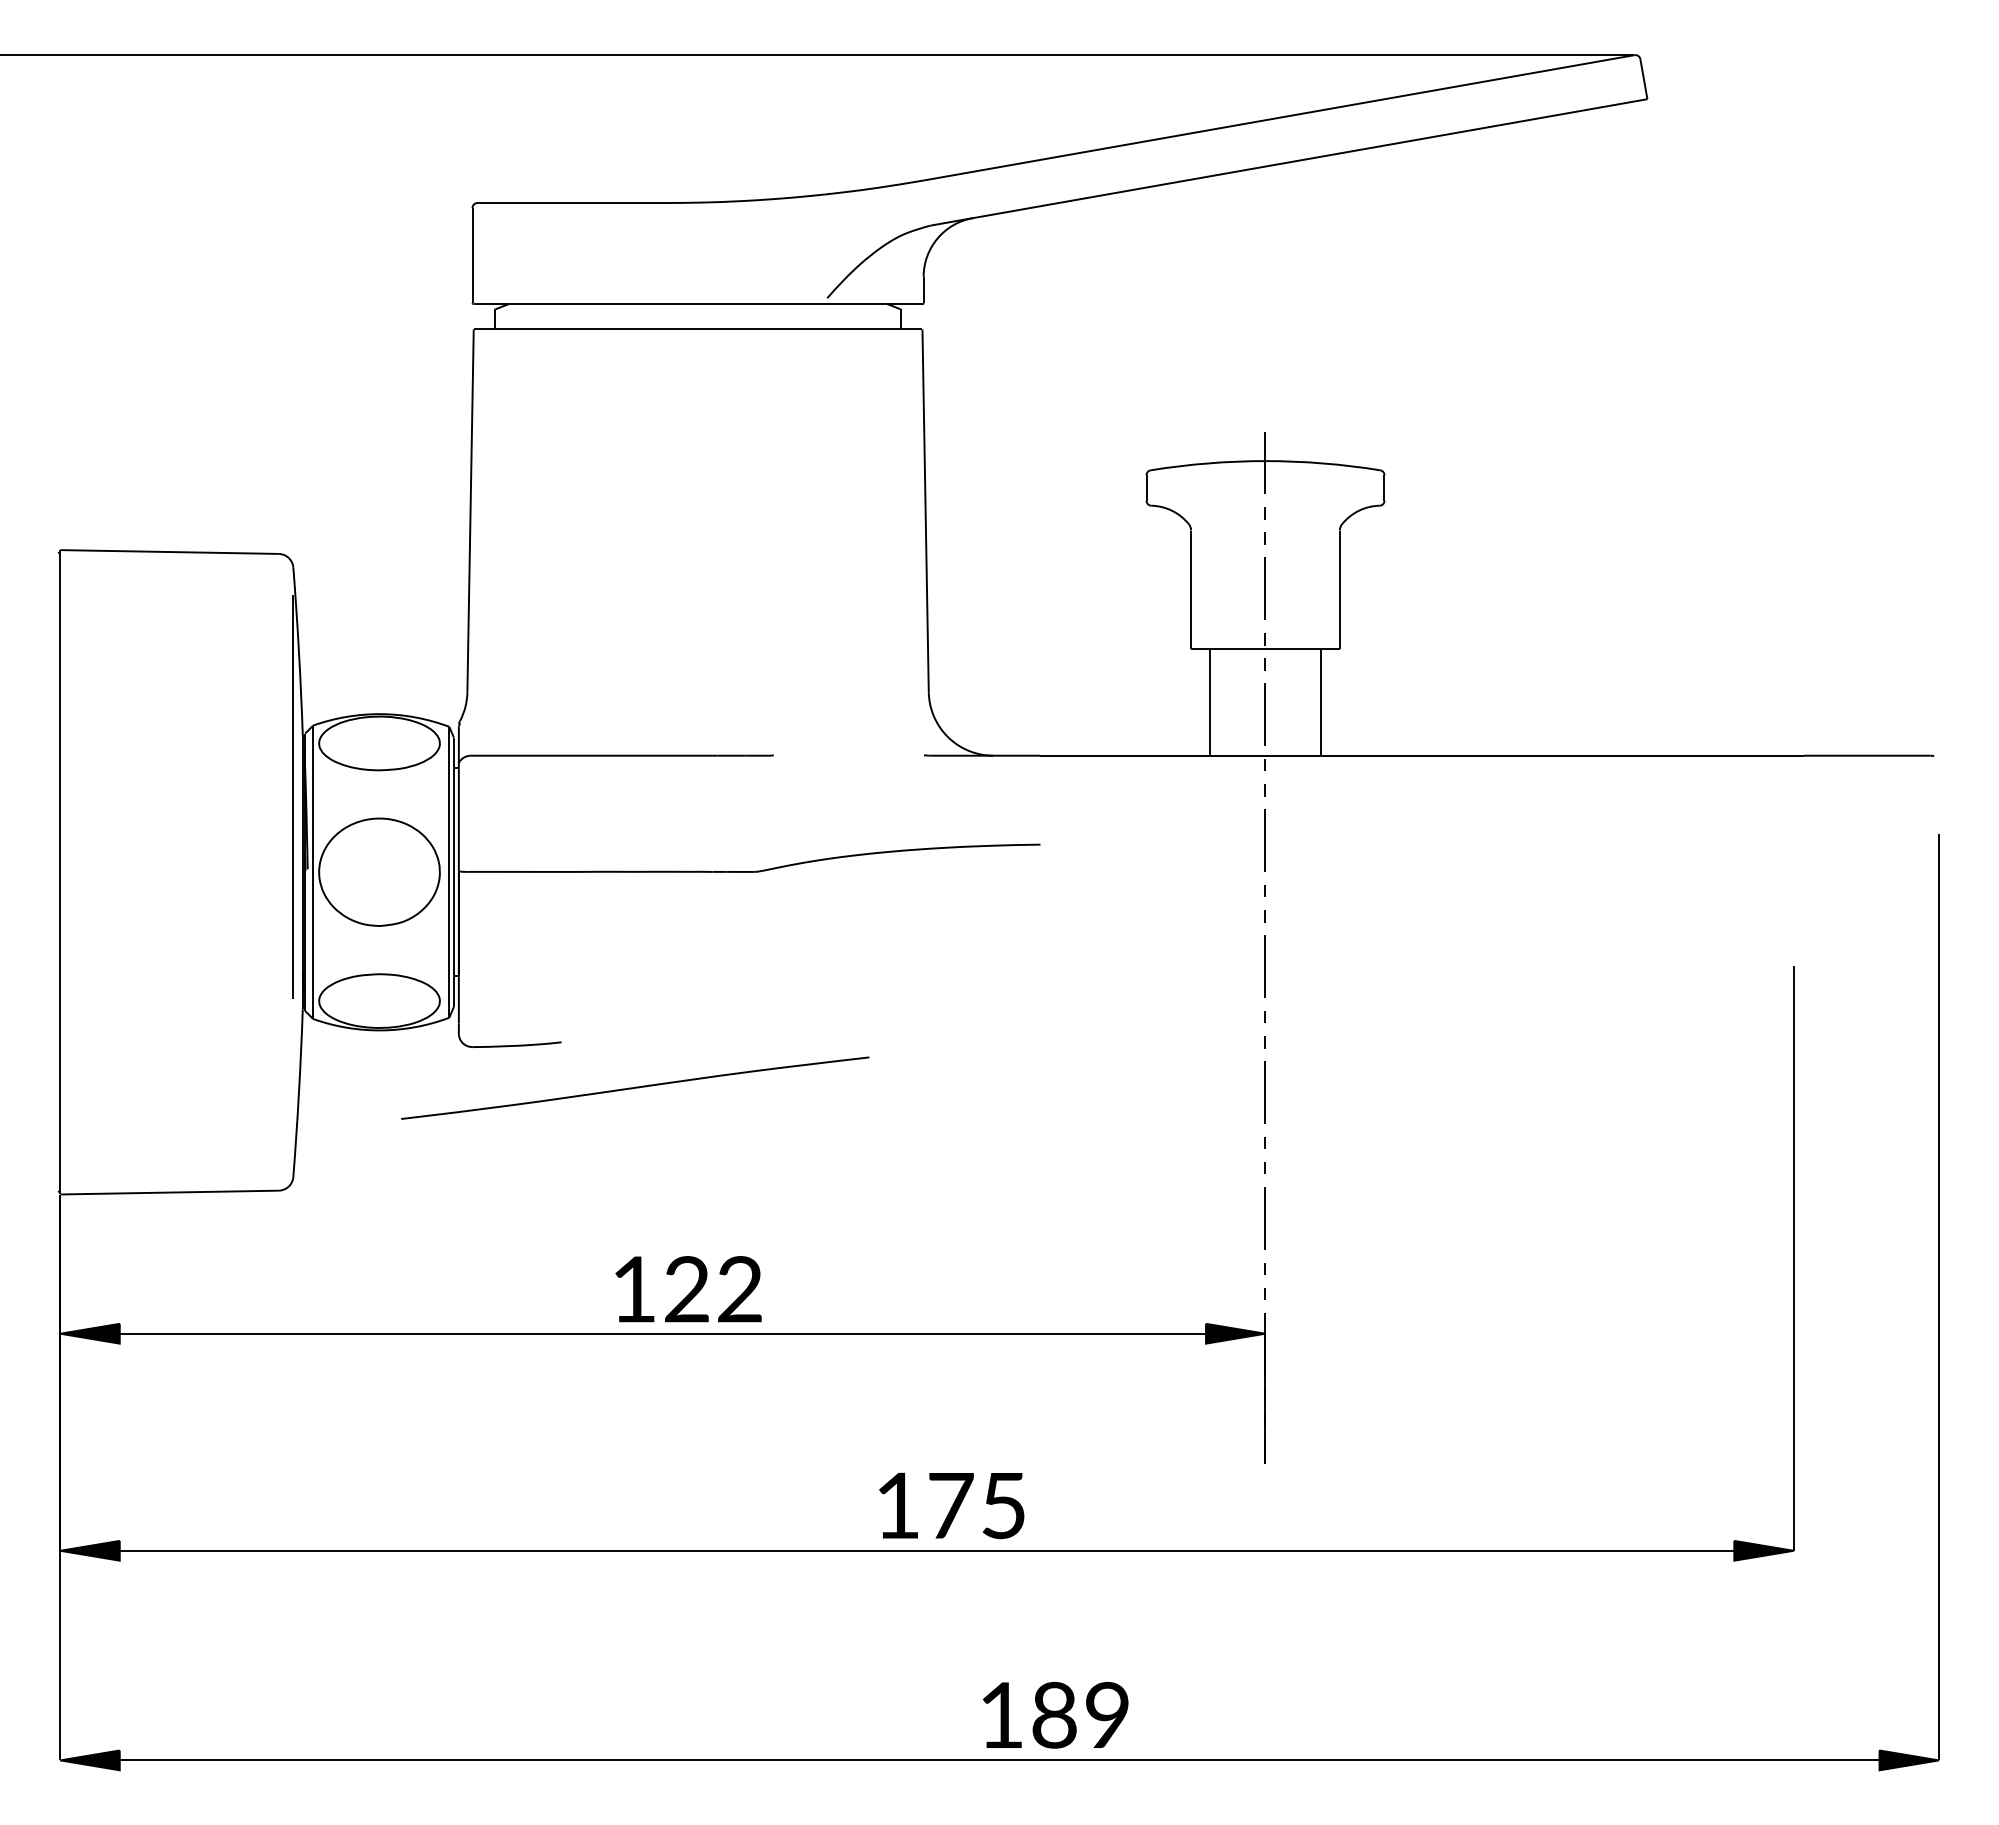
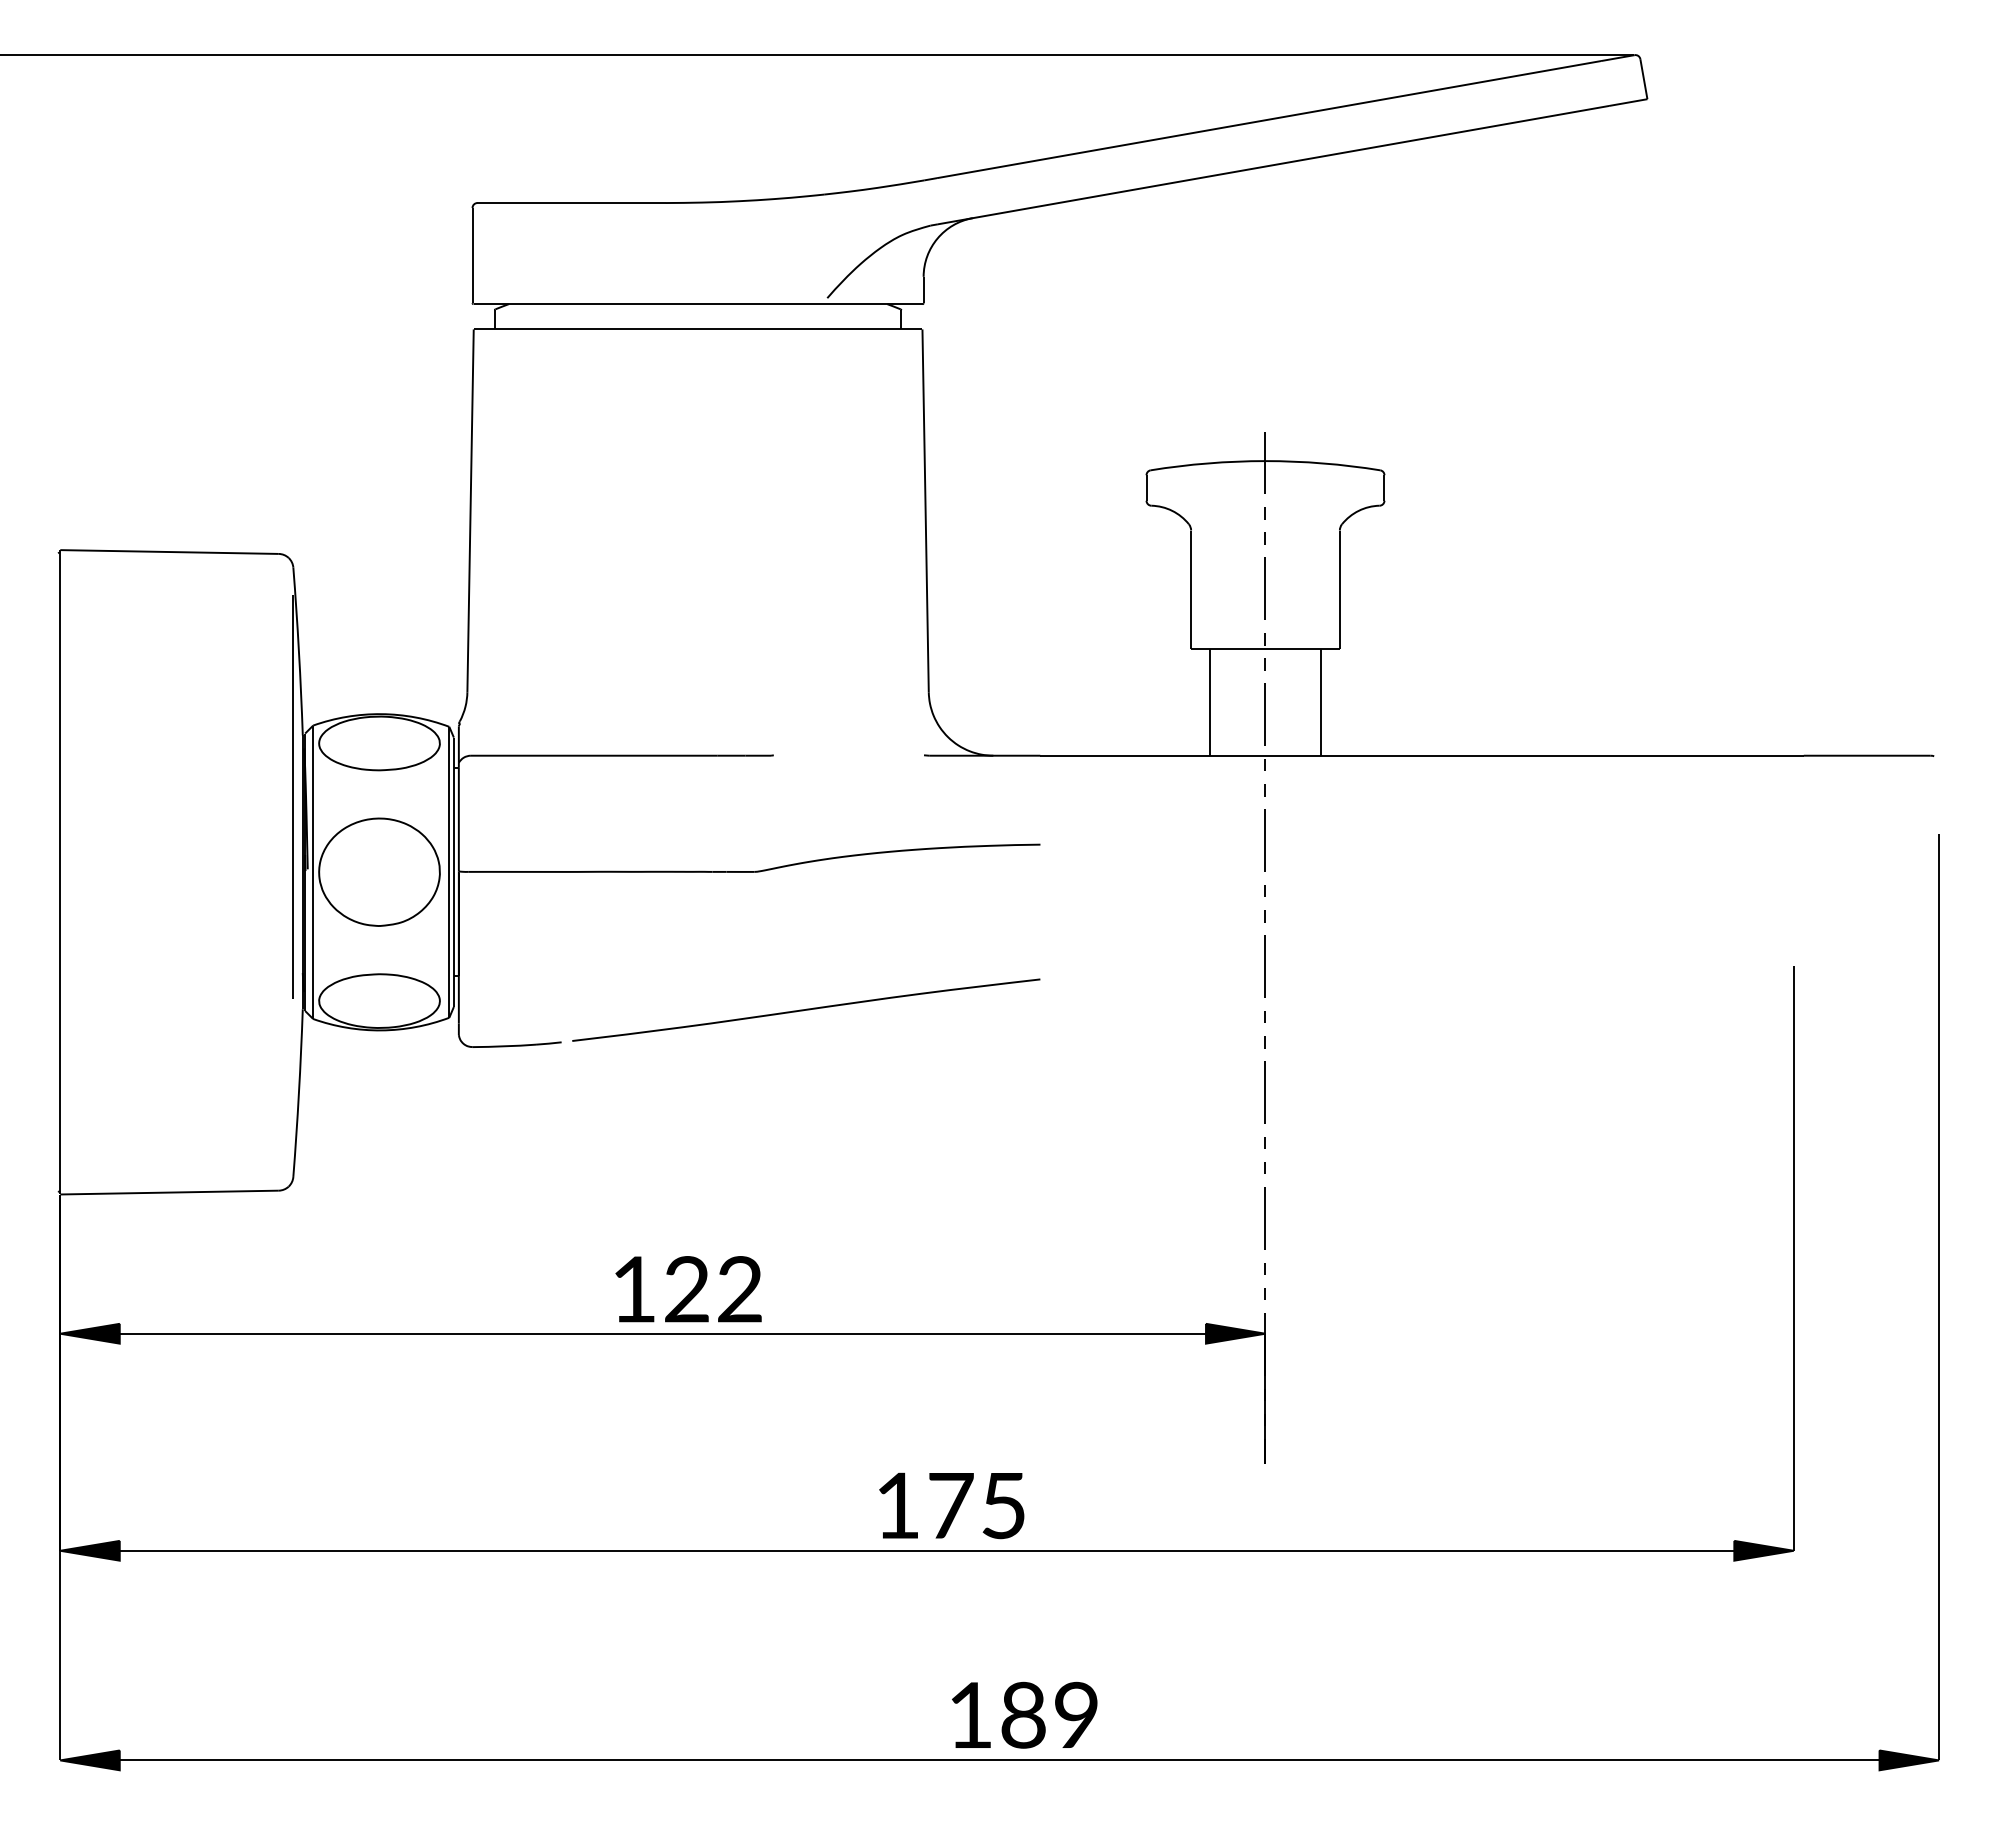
part at (635, 1087) position: (635, 1087) -> (806, 1009)
text at (1055, 1714) position: (1055, 1714) -> (1024, 1714)
